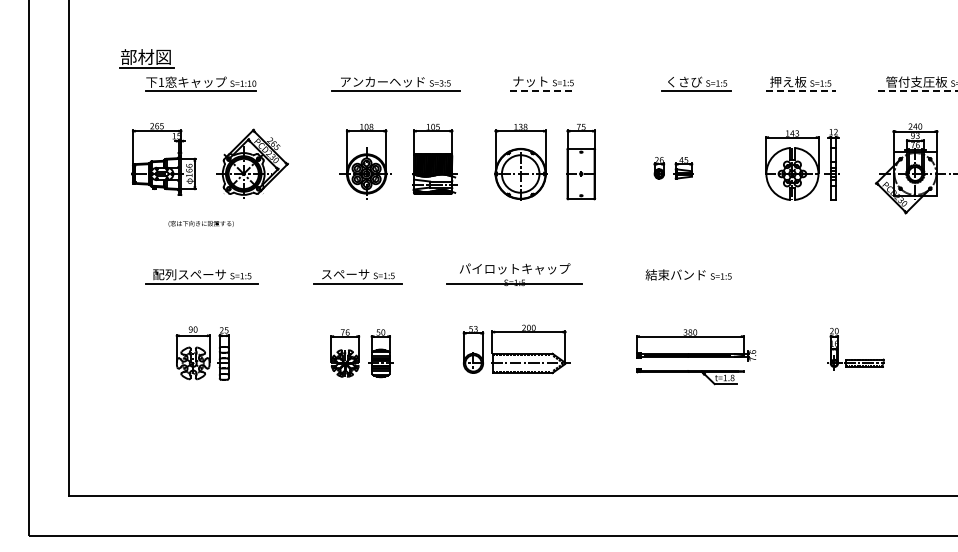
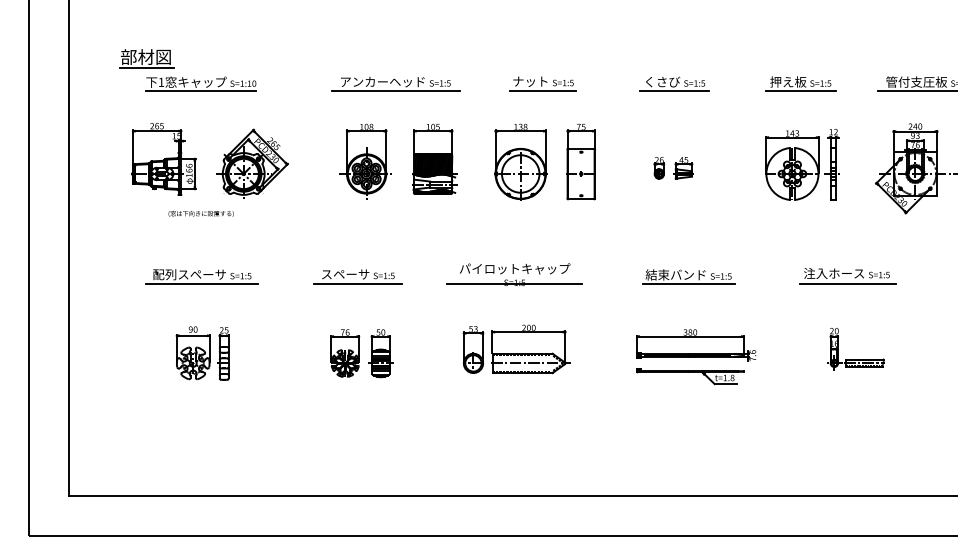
text at (441, 83): S=3:5 -> S=1:5
part at (696, 83) position: (696, 83) -> (674, 83)
line at (543, 91): dashed -> solid
line at (801, 91): dashed -> solid
line at (917, 91): dashed -> solid
text at (200, 223) position: (200, 223) -> (200, 213)
part at (847, 276): none -> present
line at (688, 284): none -> present
